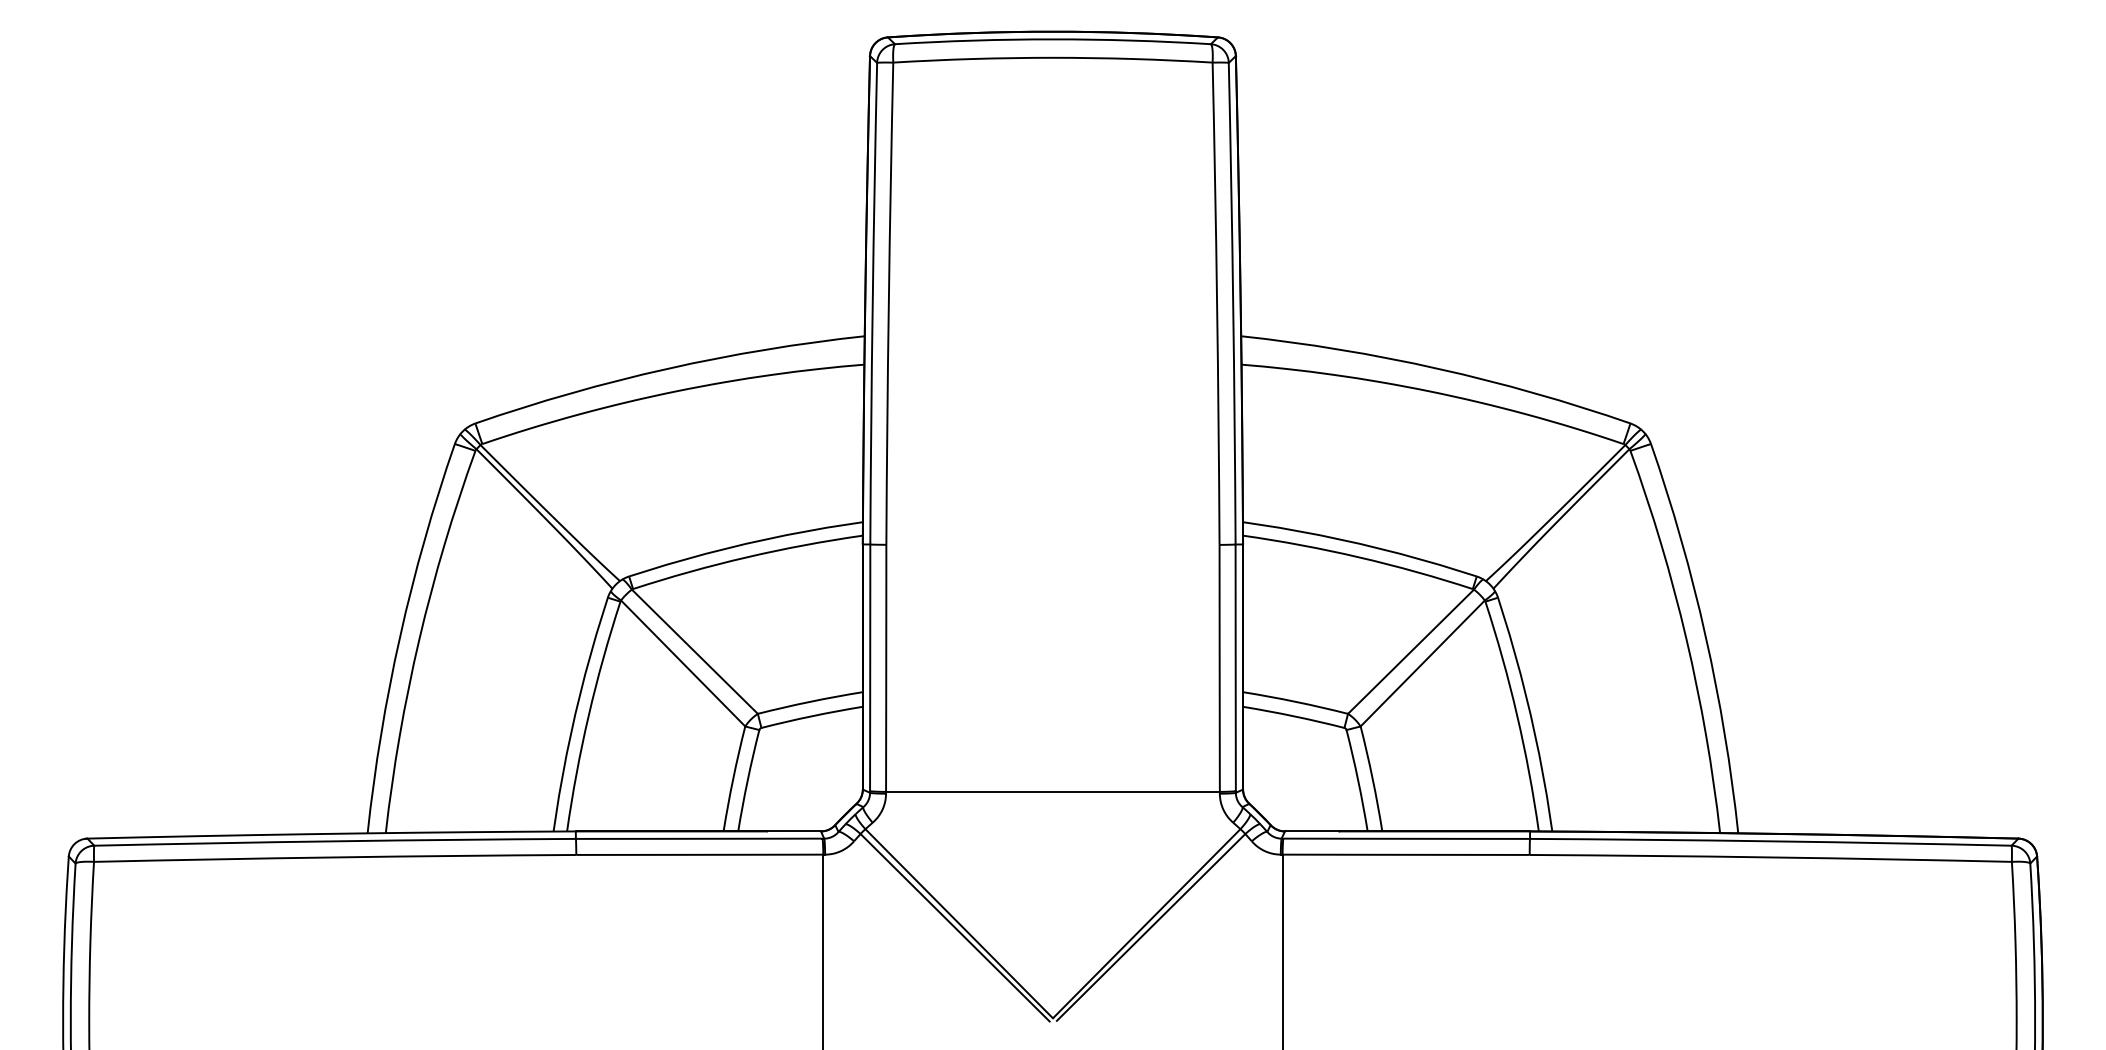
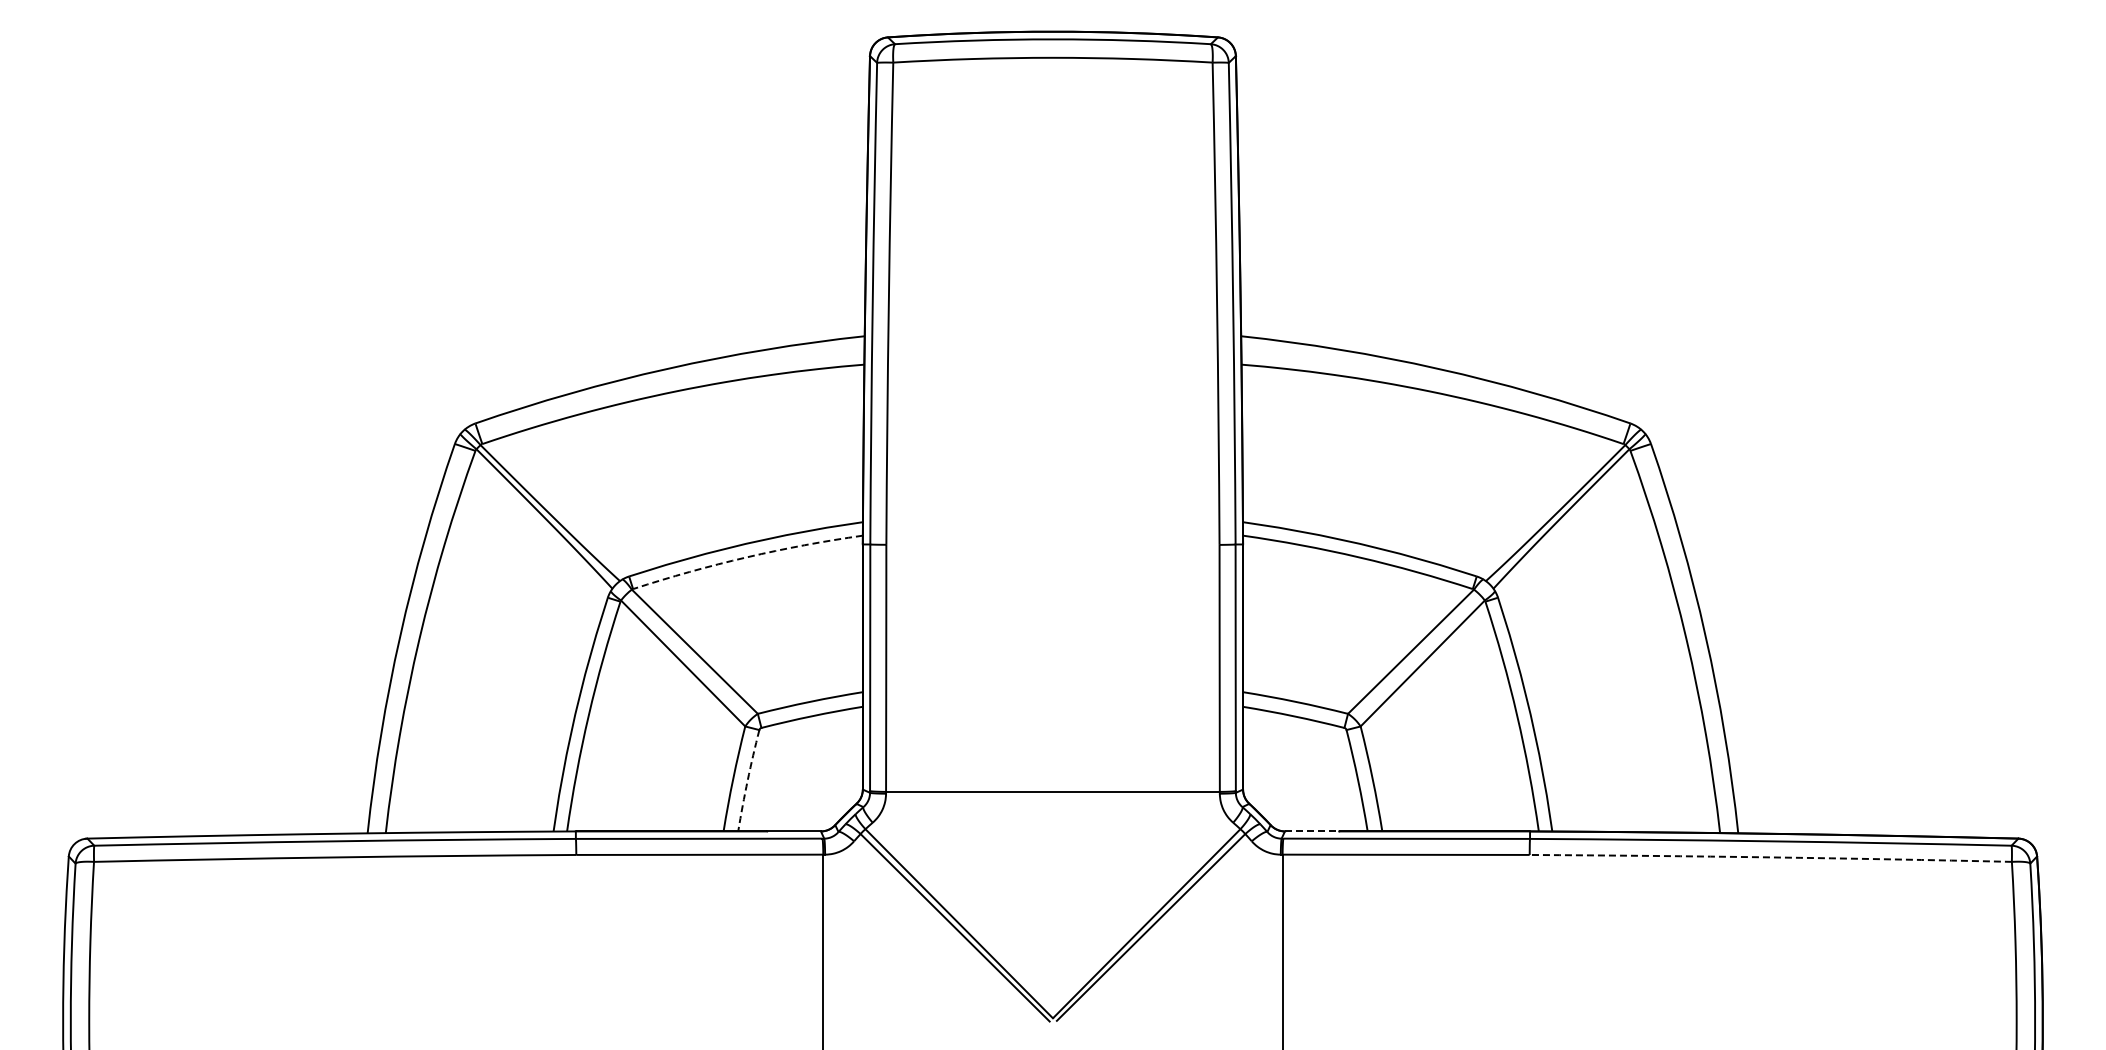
arc at (746, 557): solid -> dashed
arc at (747, 780): solid -> dashed
line at (1312, 831): solid -> dashed
arc at (1770, 857): solid -> dashed
